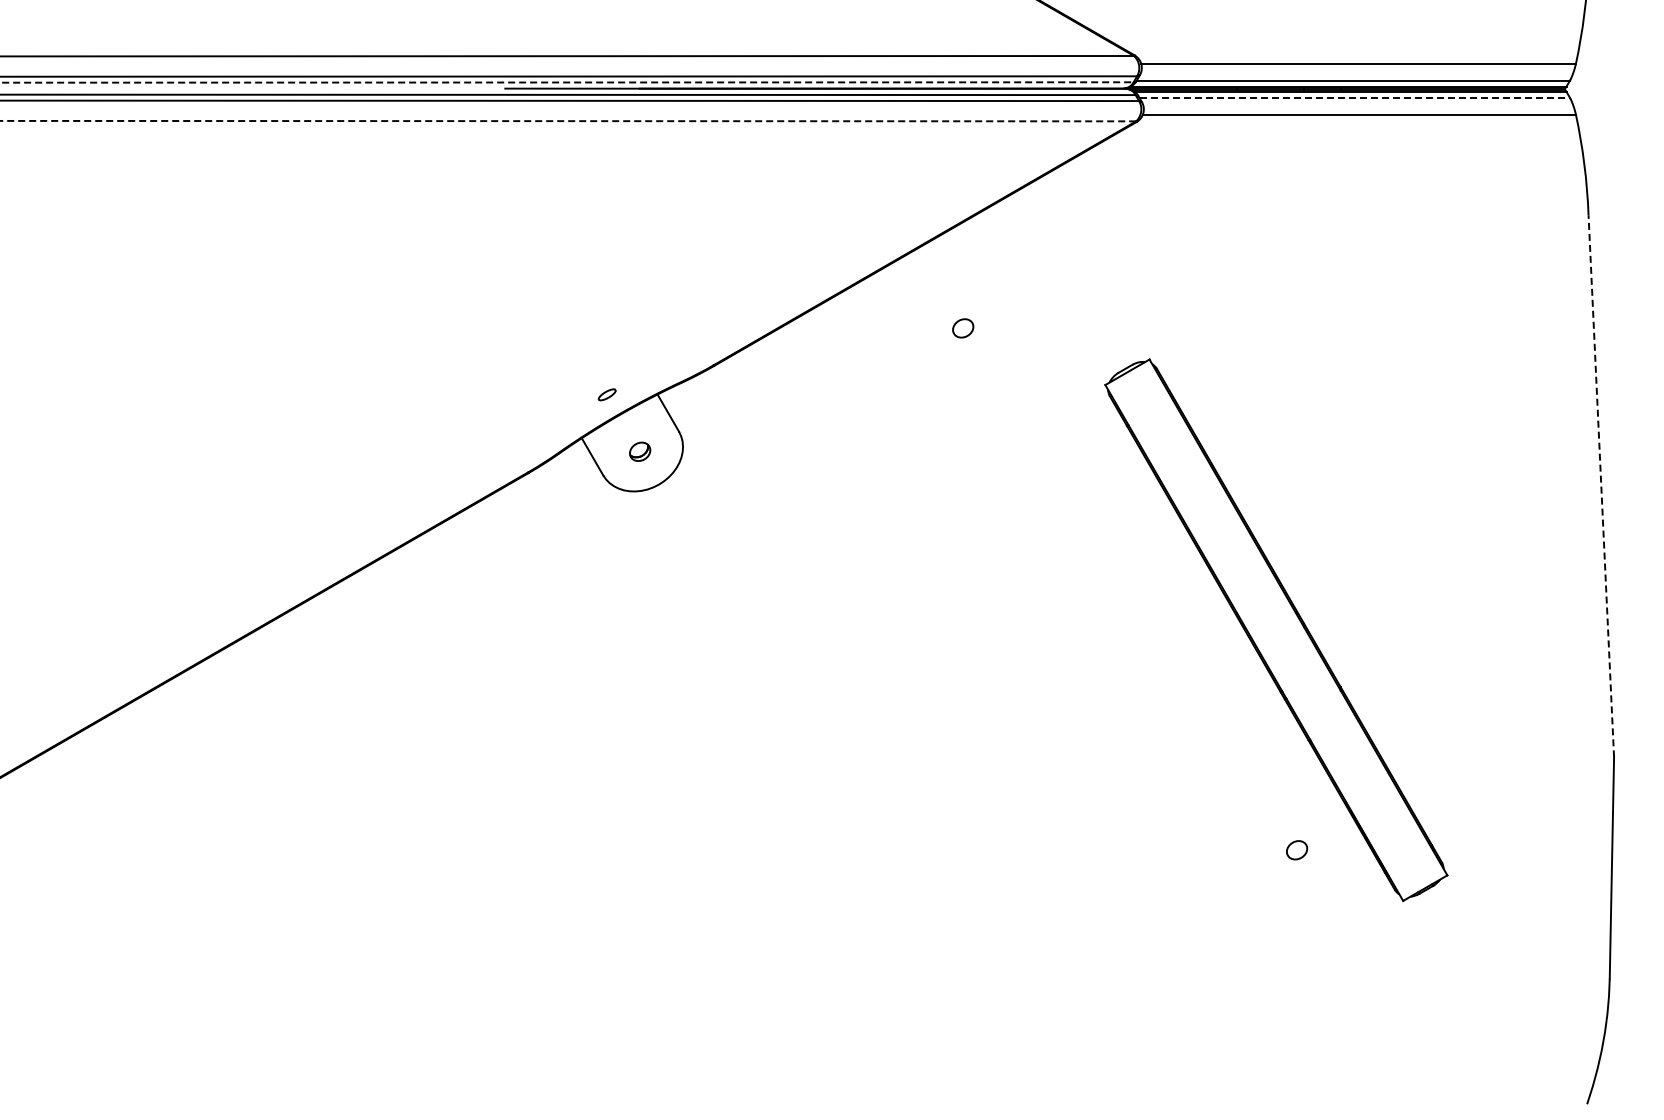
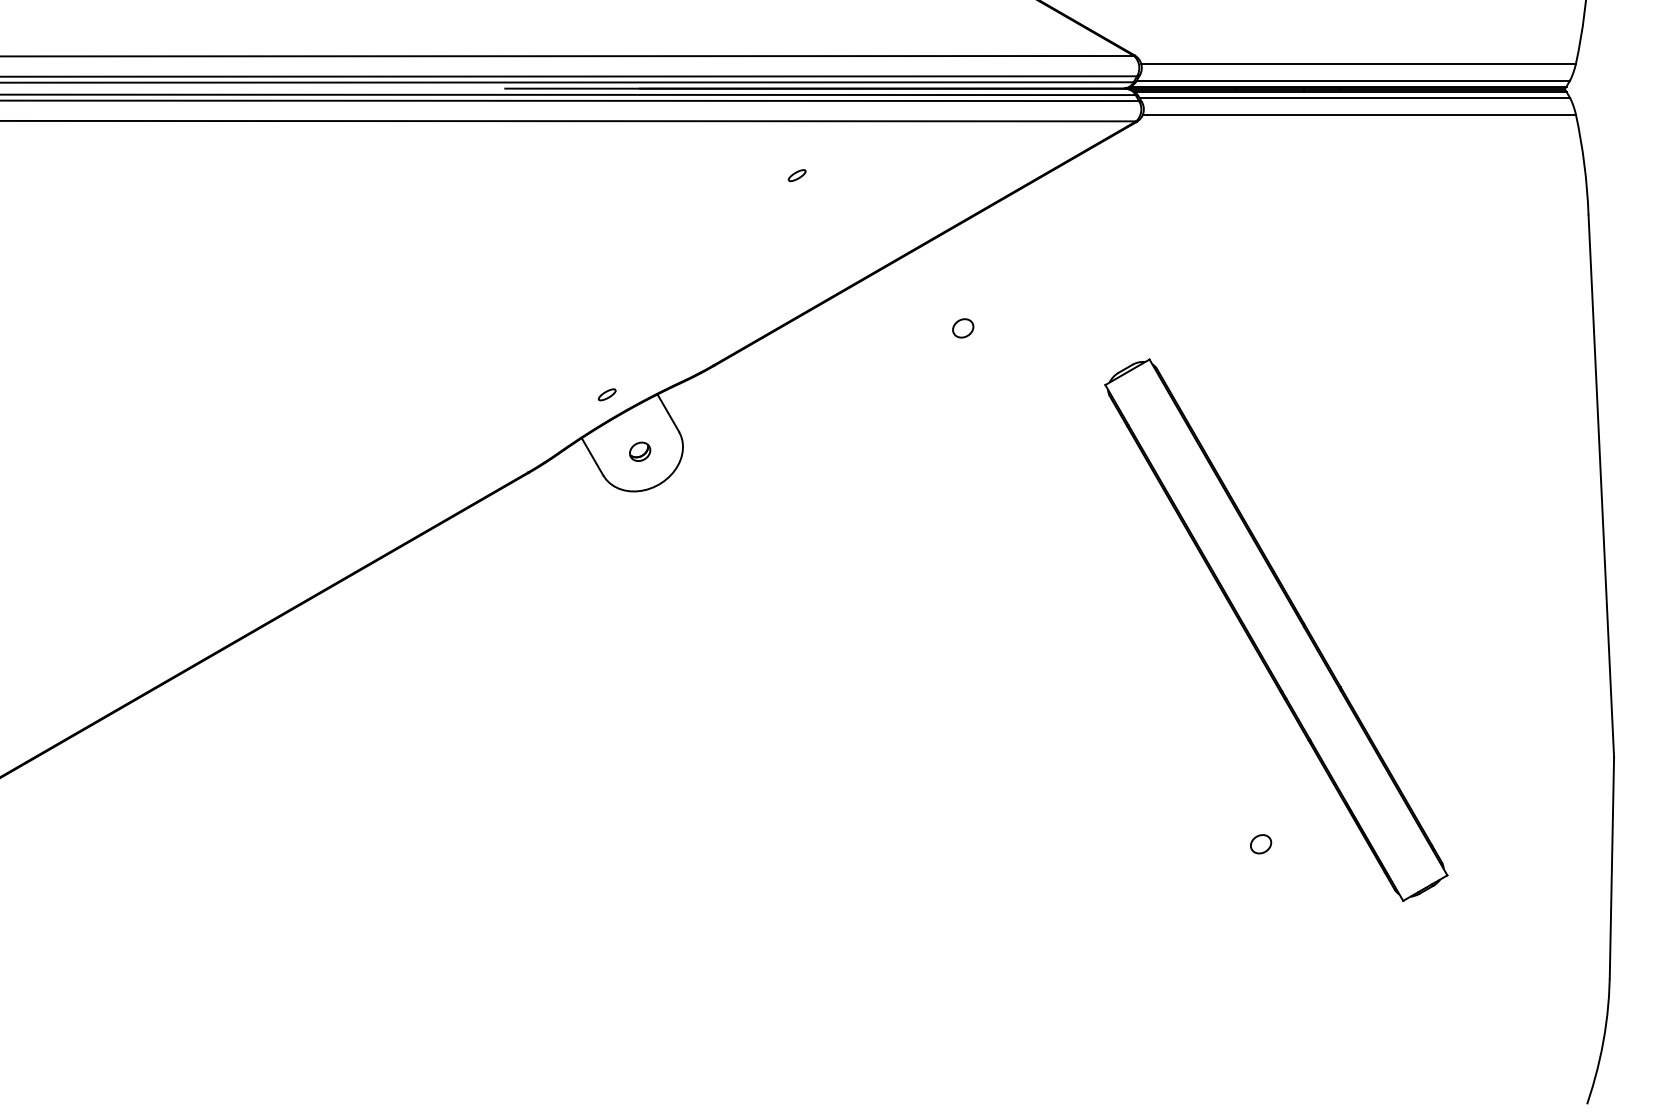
line at (566, 82): dashed -> solid
line at (1355, 97): dashed -> solid
line at (568, 121): dashed -> solid
part at (796, 175): none -> present
line at (1601, 485): dashed -> solid
part at (1297, 850) position: (1297, 850) -> (1261, 844)
